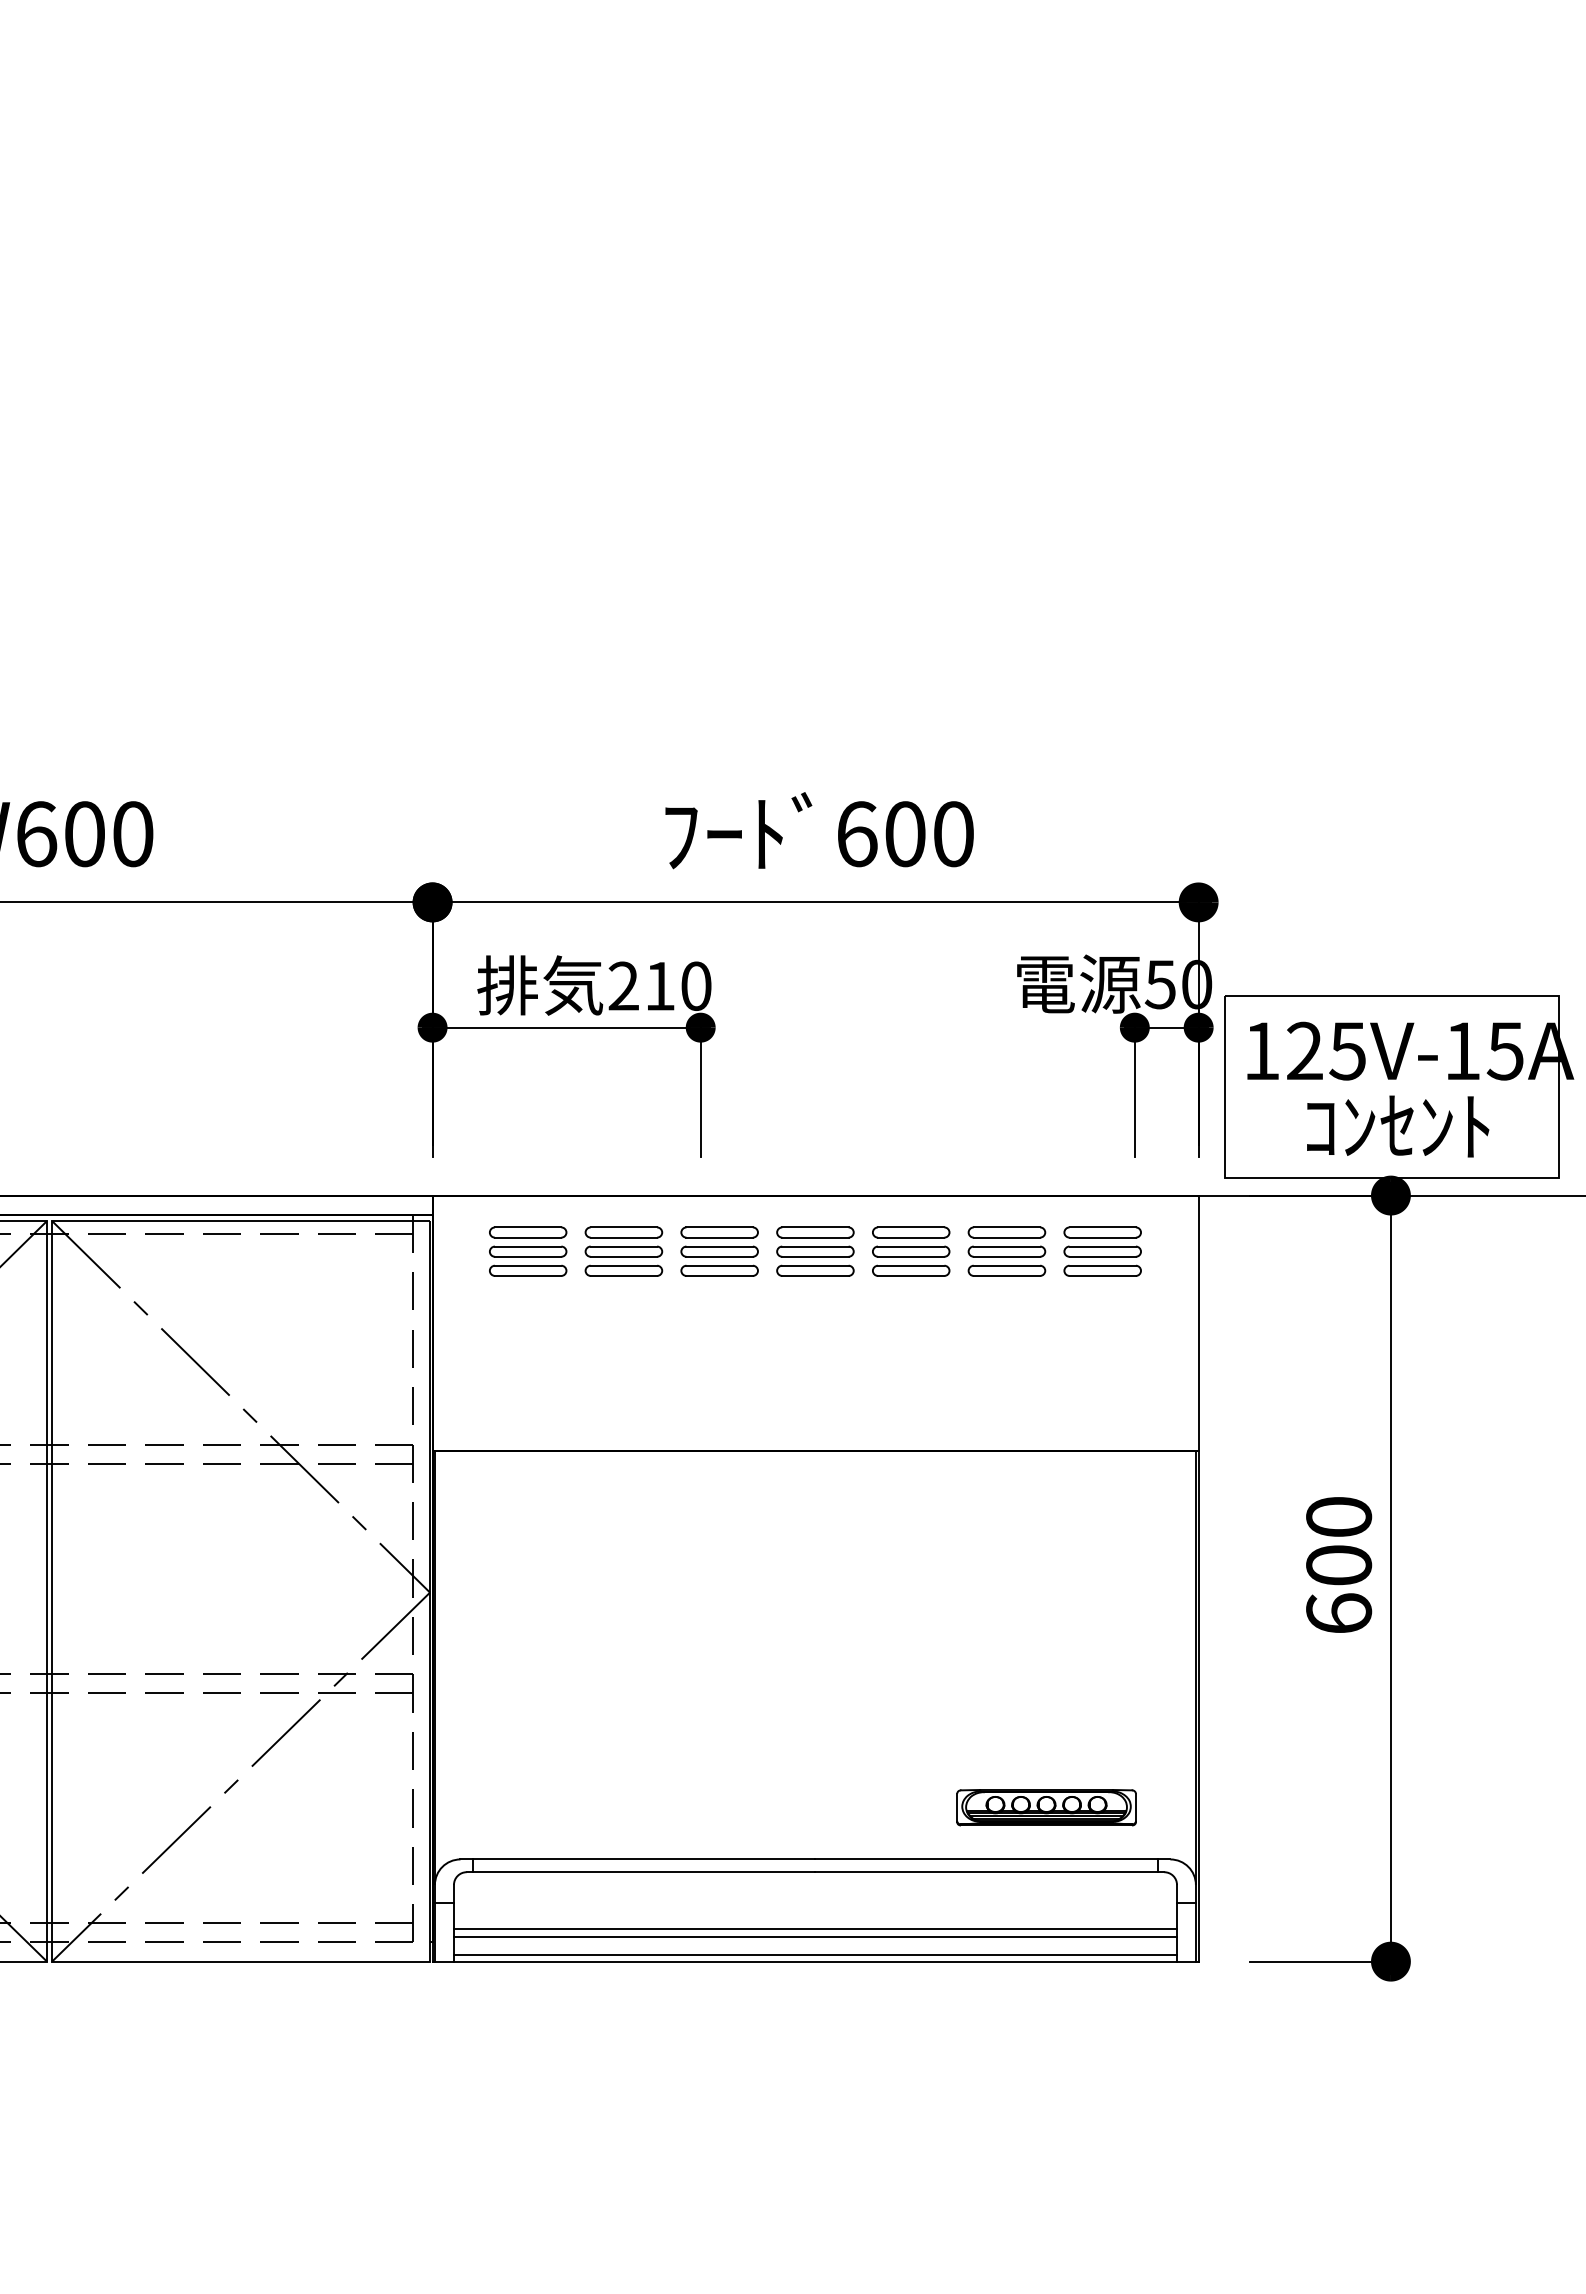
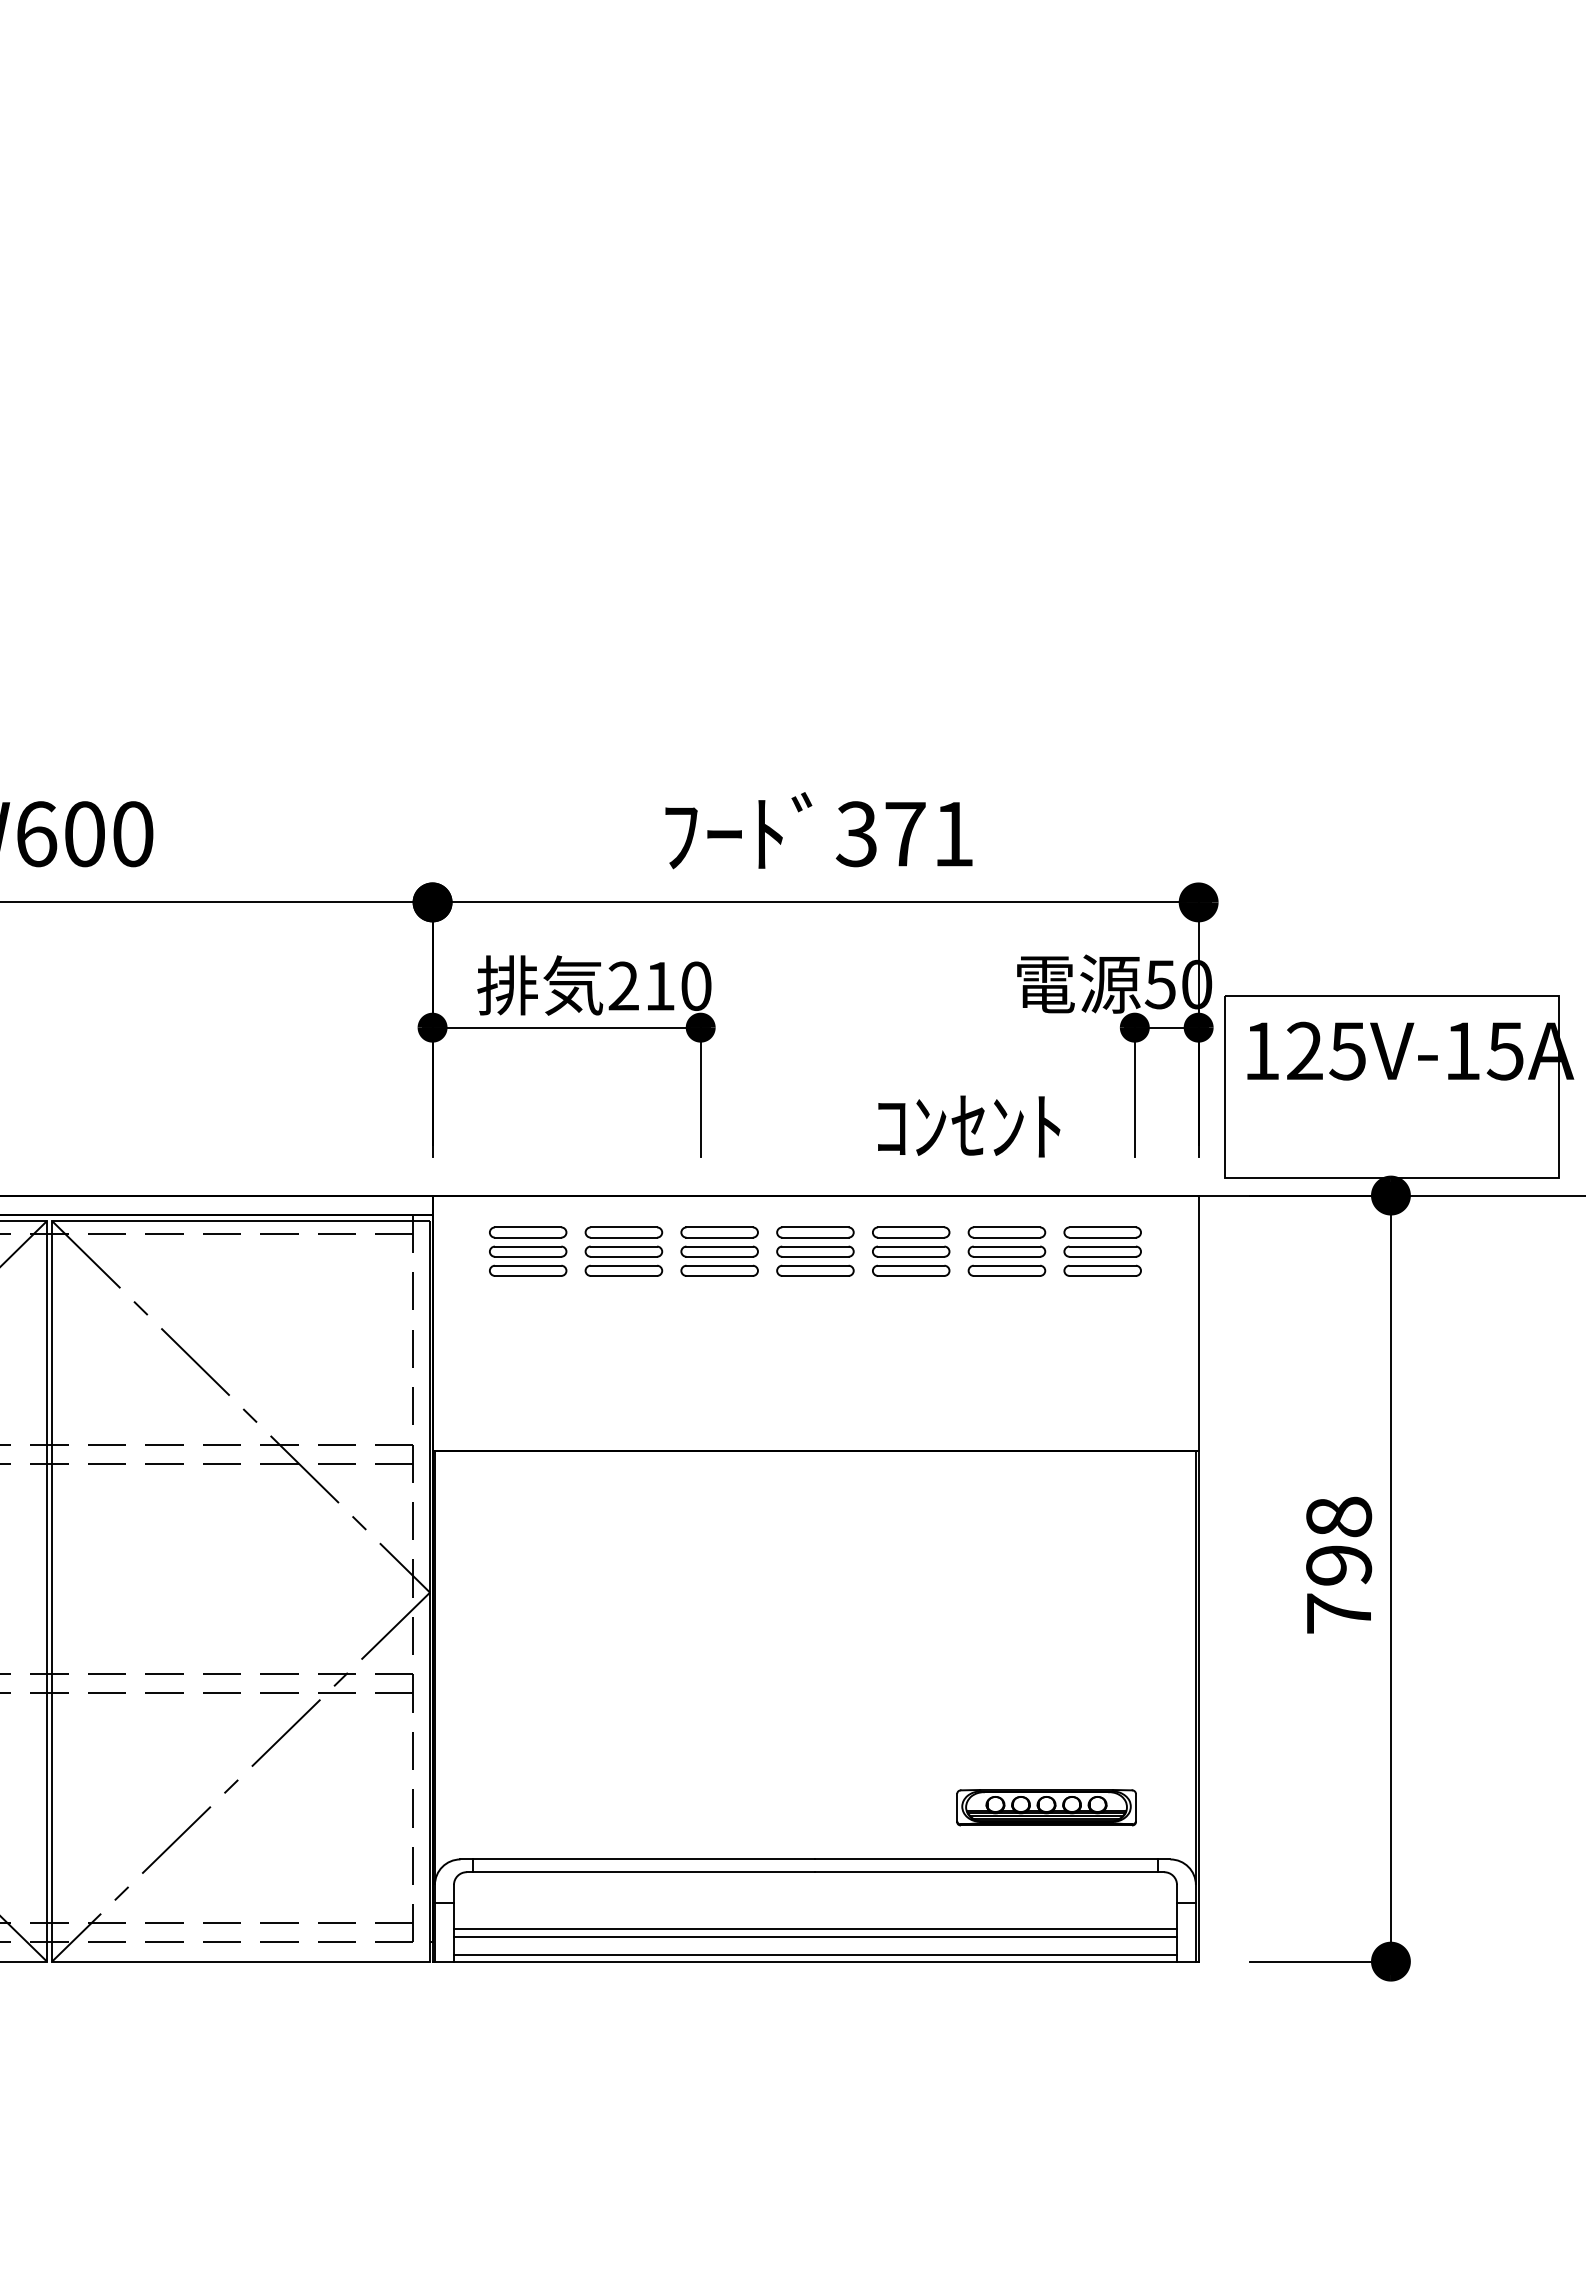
text at (904, 834): 600 -> 371
text at (1398, 1126) position: (1398, 1126) -> (969, 1126)
text at (1339, 1564): 600 -> 798
